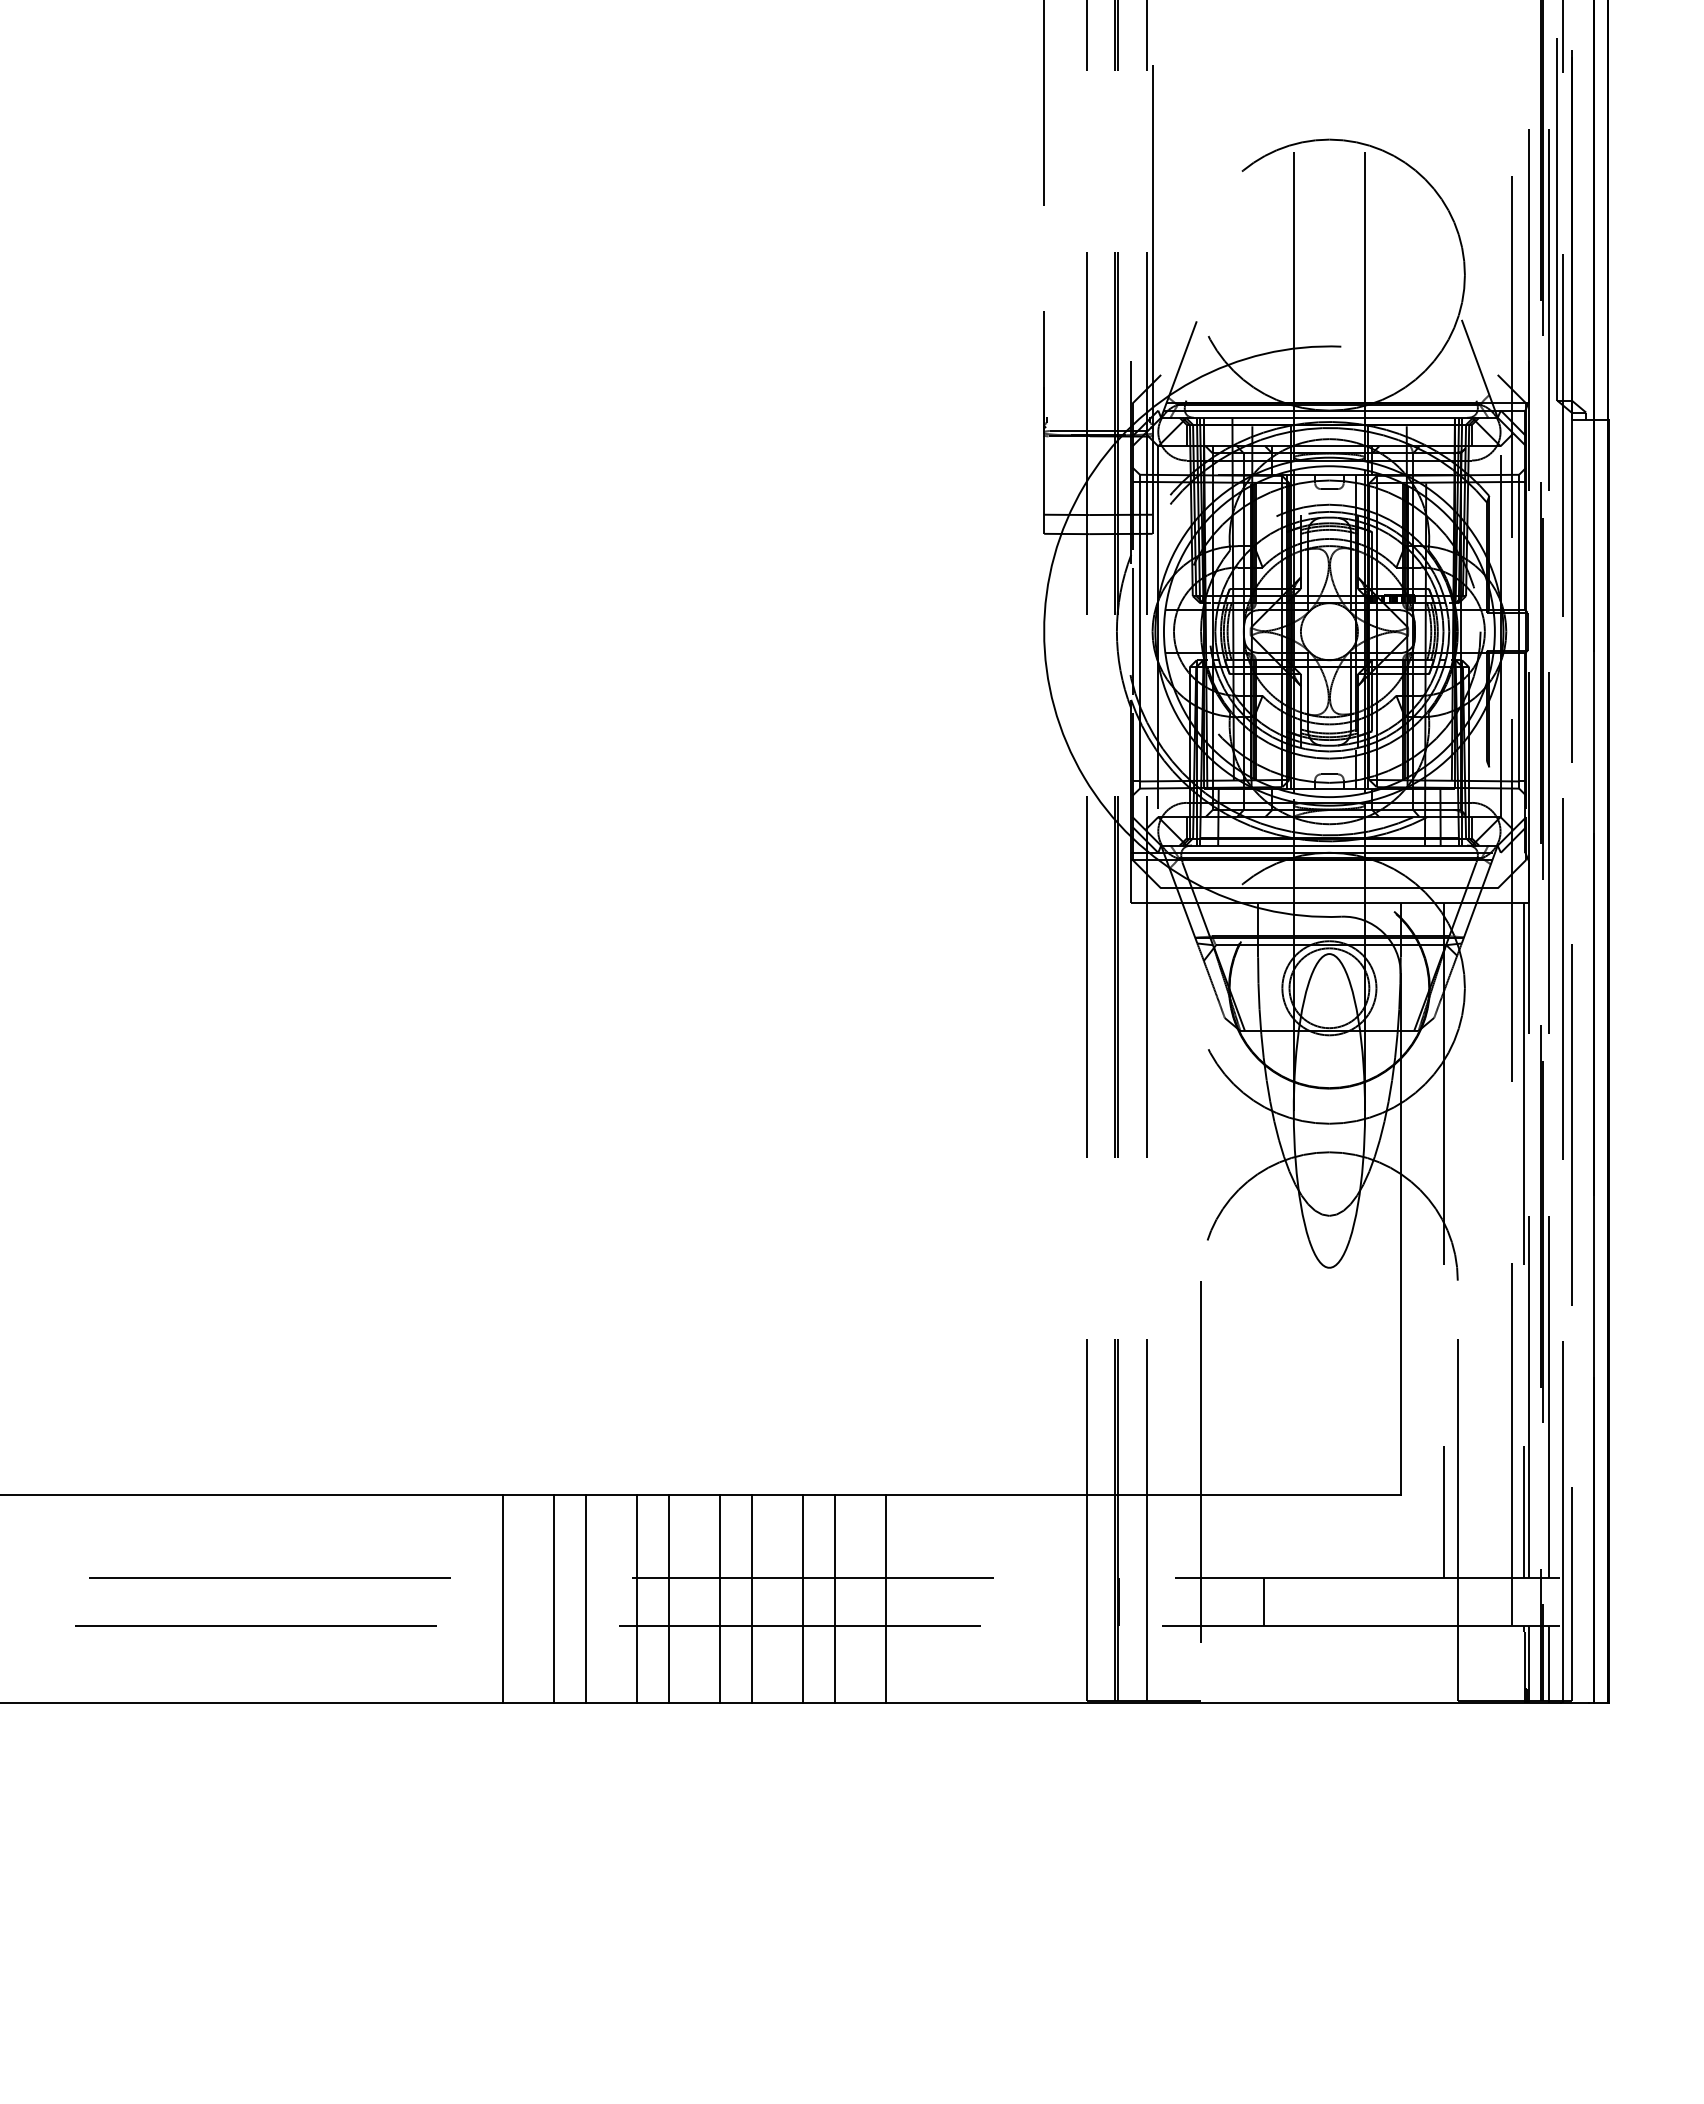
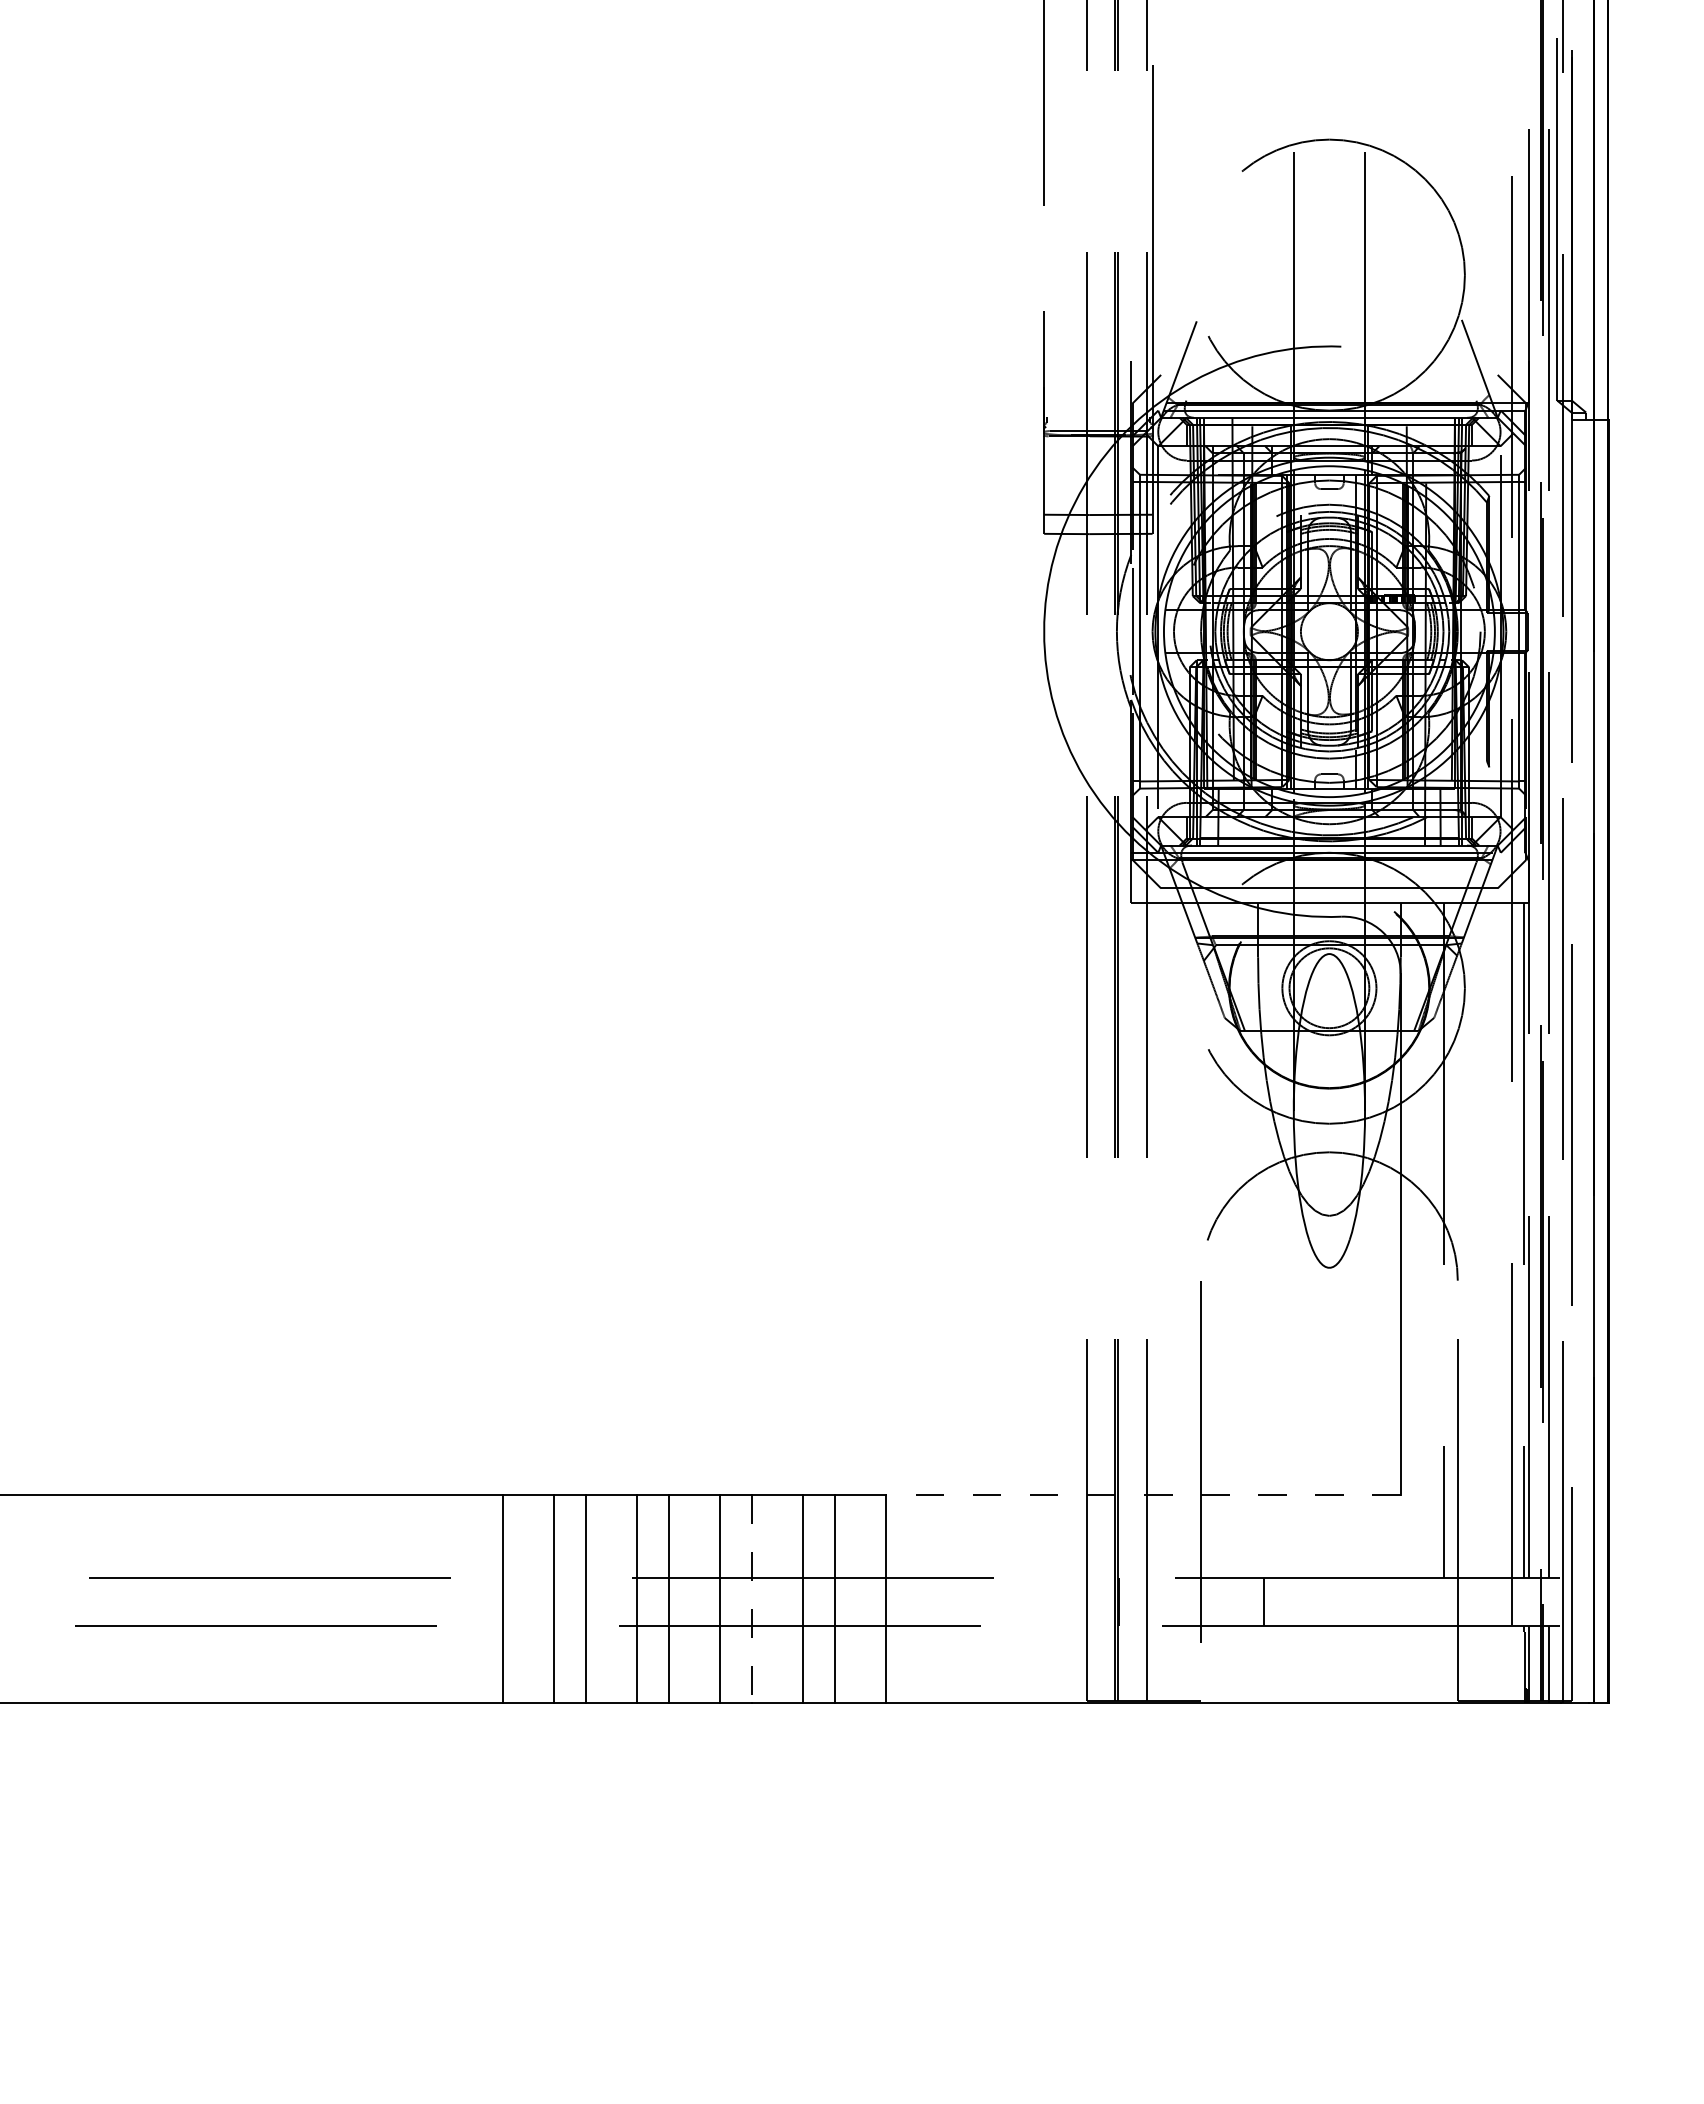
line at (1143, 1495): solid -> dashed
line at (752, 1599): solid -> dashed
